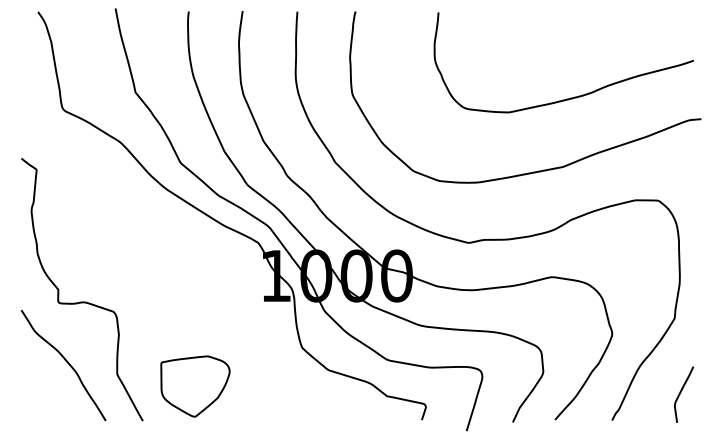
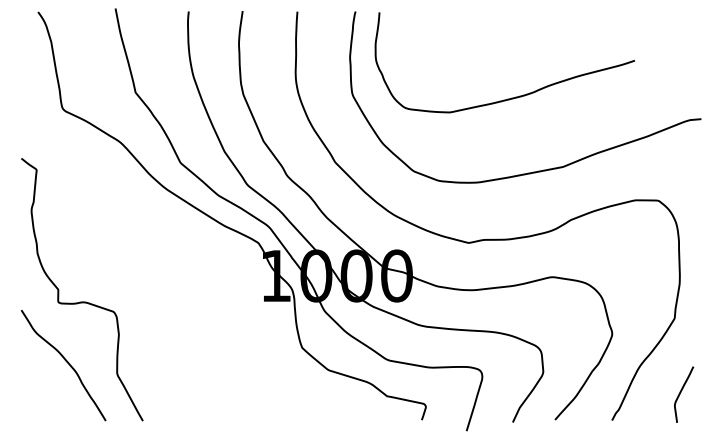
curve at (570, 97) position: (570, 97) -> (511, 97)
part at (195, 386): present -> none
